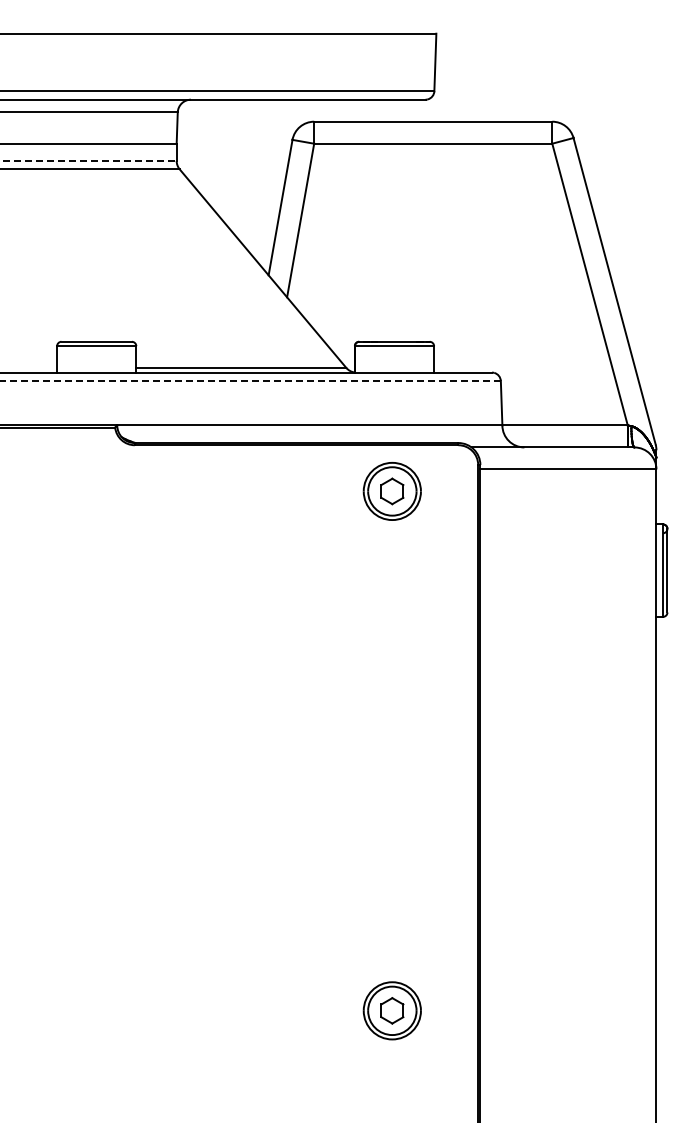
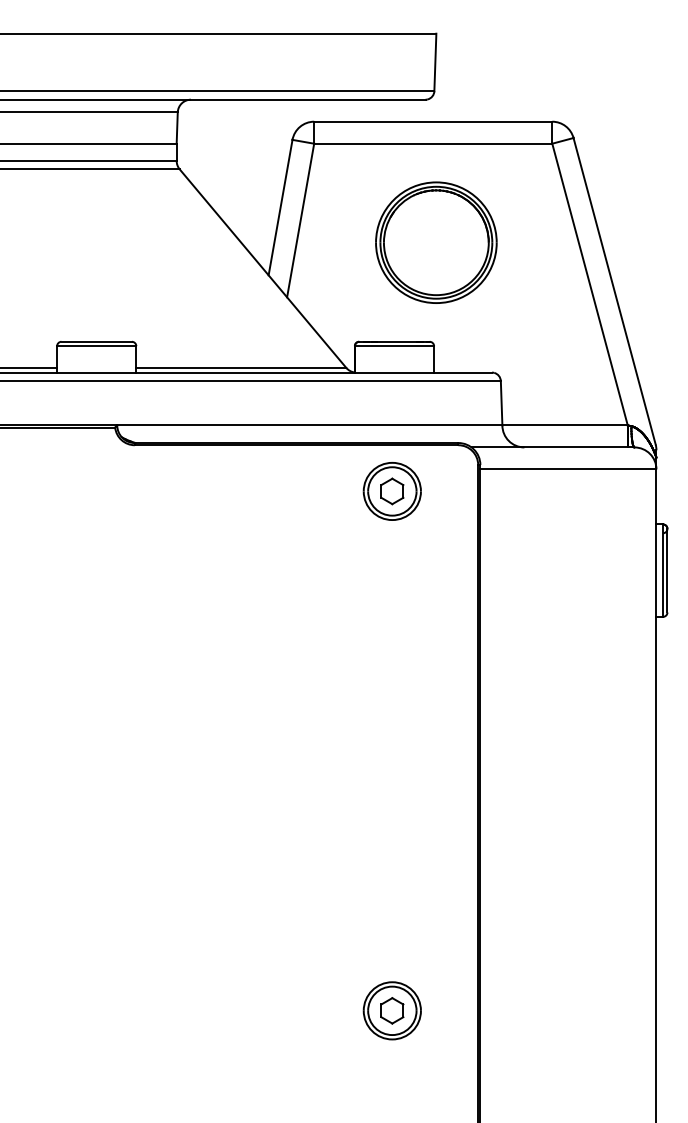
line at (88, 160): dashed -> solid
part at (436, 242): none -> present
line at (29, 367): none -> present
line at (249, 381): dashed -> solid
